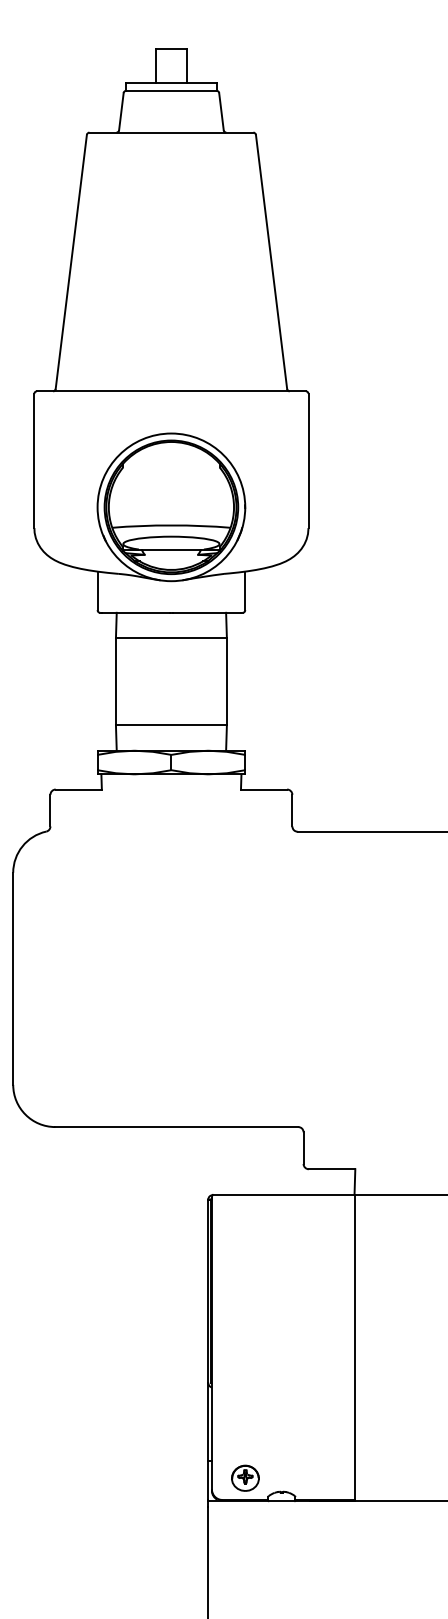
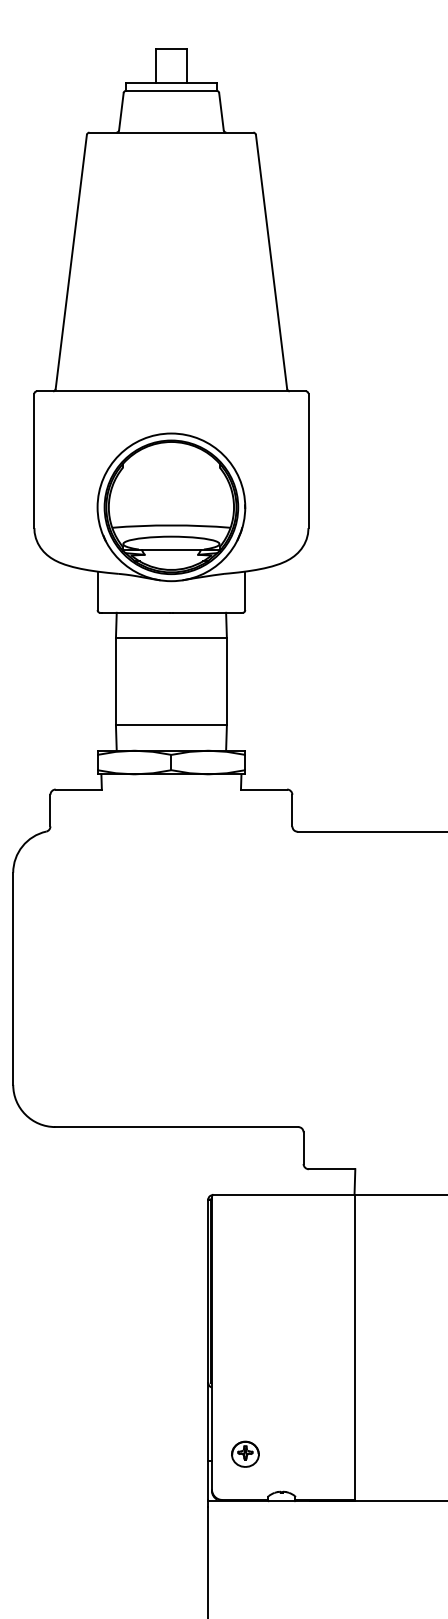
part at (245, 1477) position: (245, 1477) -> (245, 1453)
